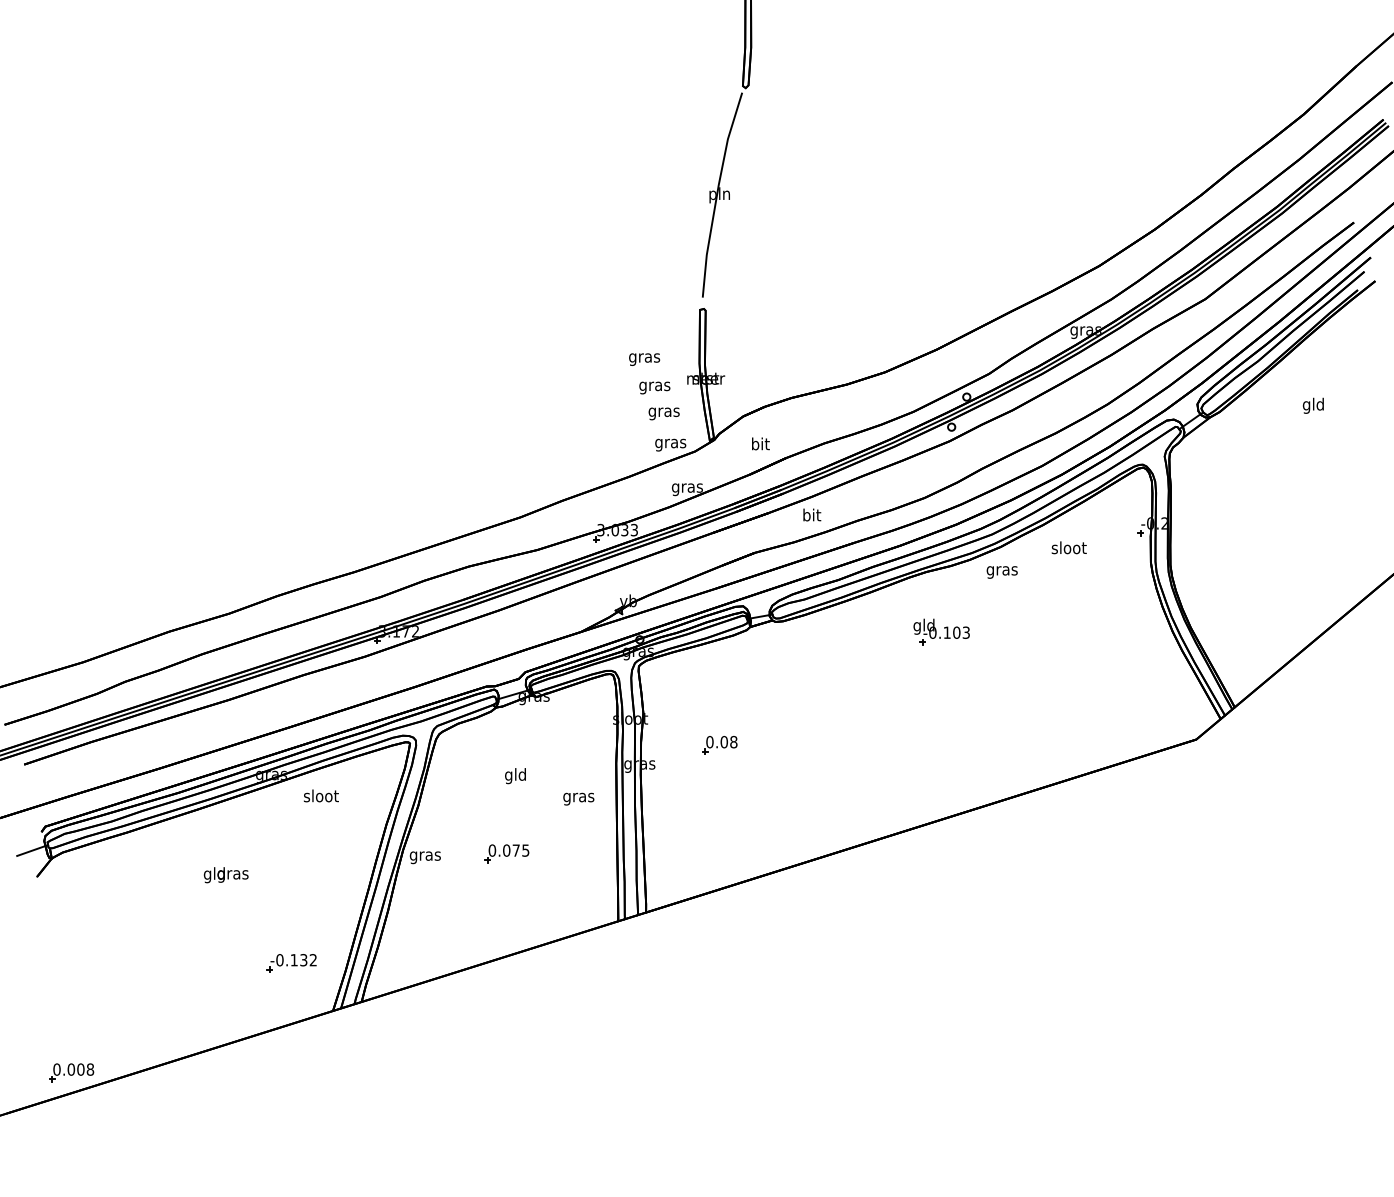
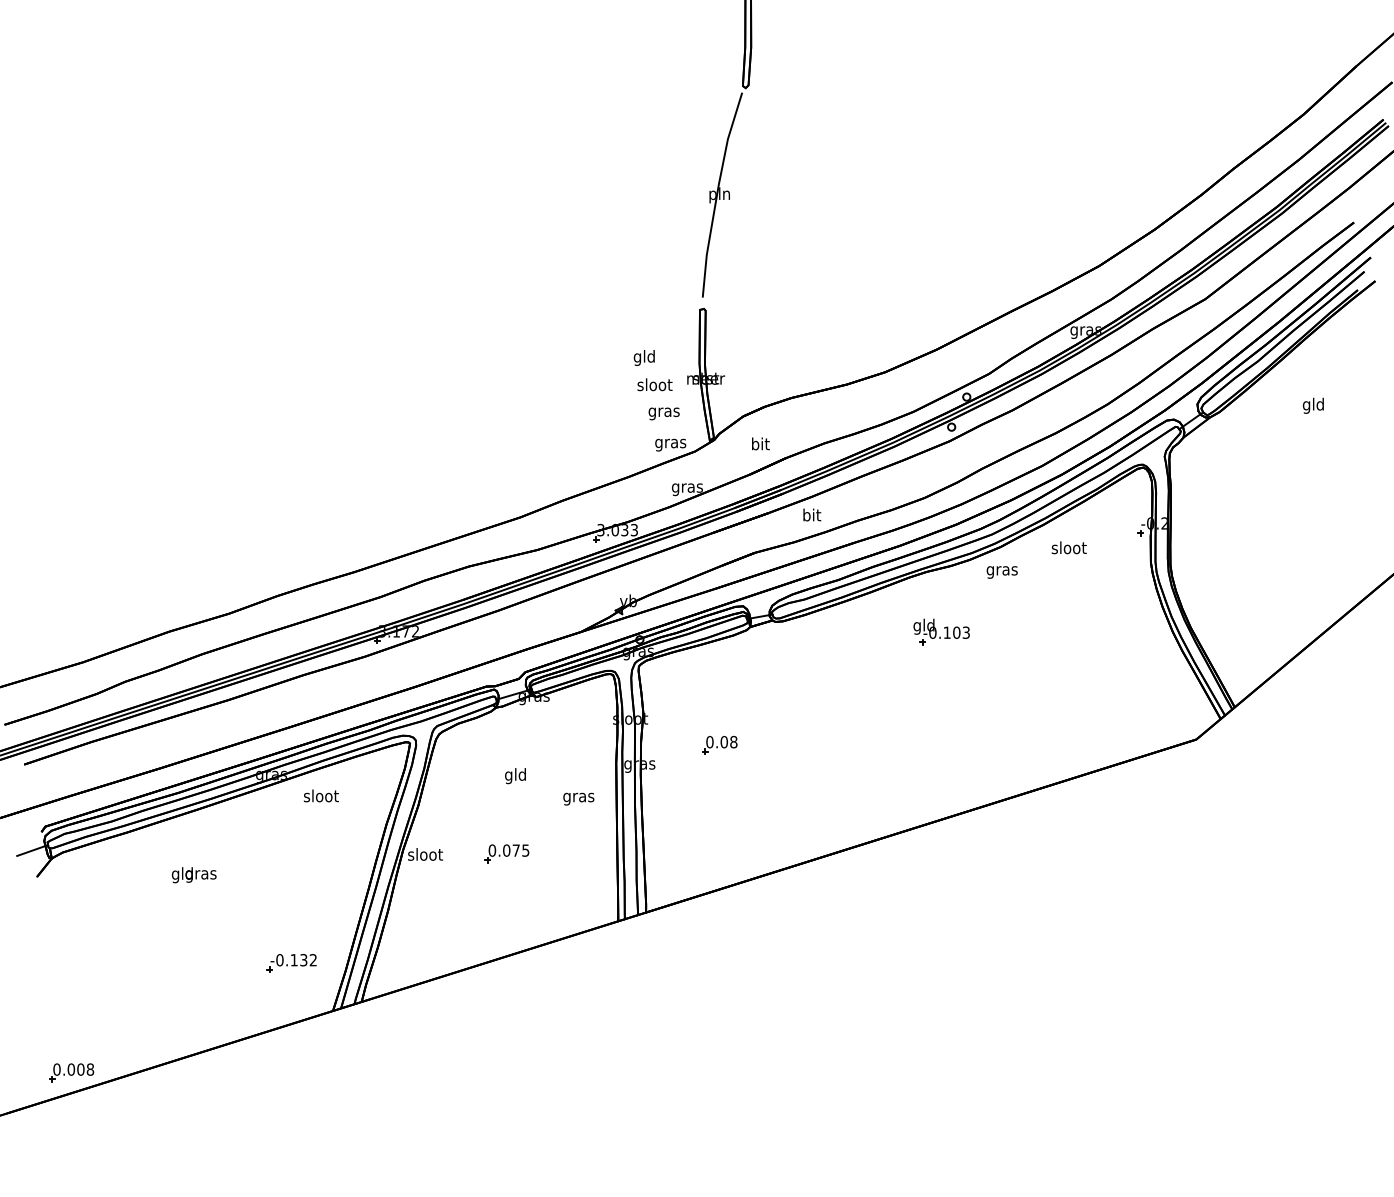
text at (644, 357): gras -> gld
text at (654, 386): gras -> sloot
text at (425, 856): gras -> sloot
text at (225, 875) position: (225, 875) -> (193, 875)
